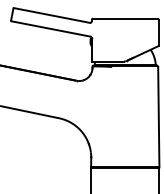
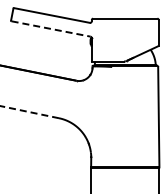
line at (51, 29): solid -> dashed
line at (29, 112): solid -> dashed
